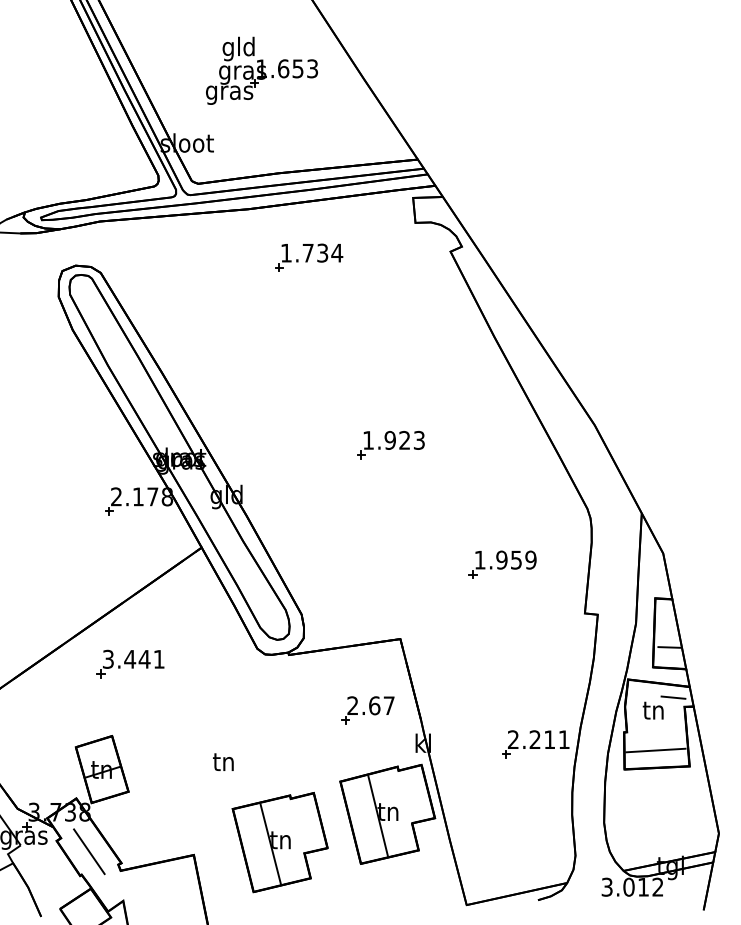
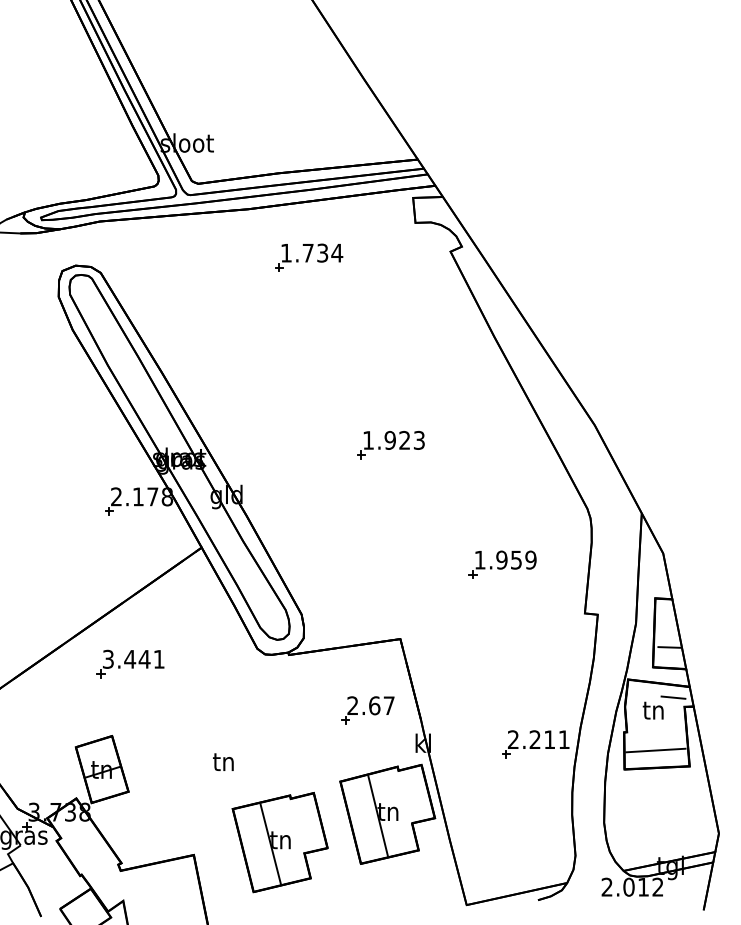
part at (261, 70): present -> none
line at (89, 851): present -> none
text at (606, 887): 3.012 -> 2.012
